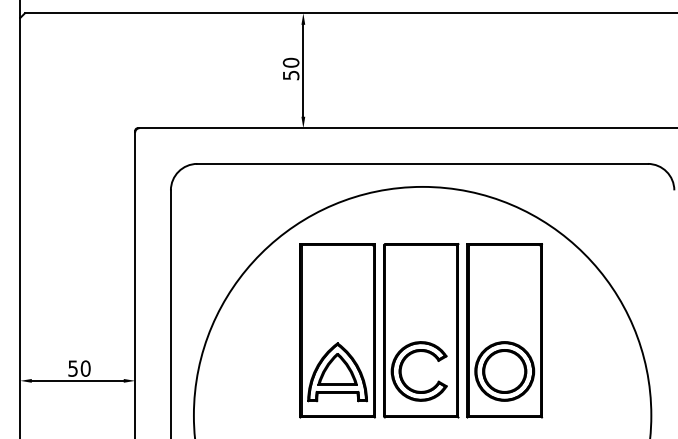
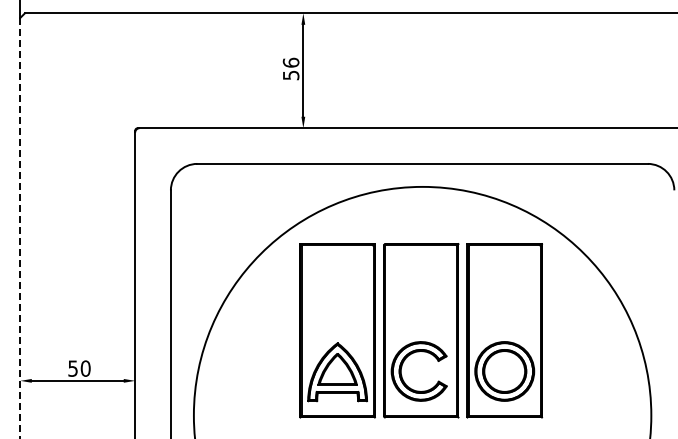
text at (290, 62): 50 -> 56
line at (20, 228): solid -> dashed
